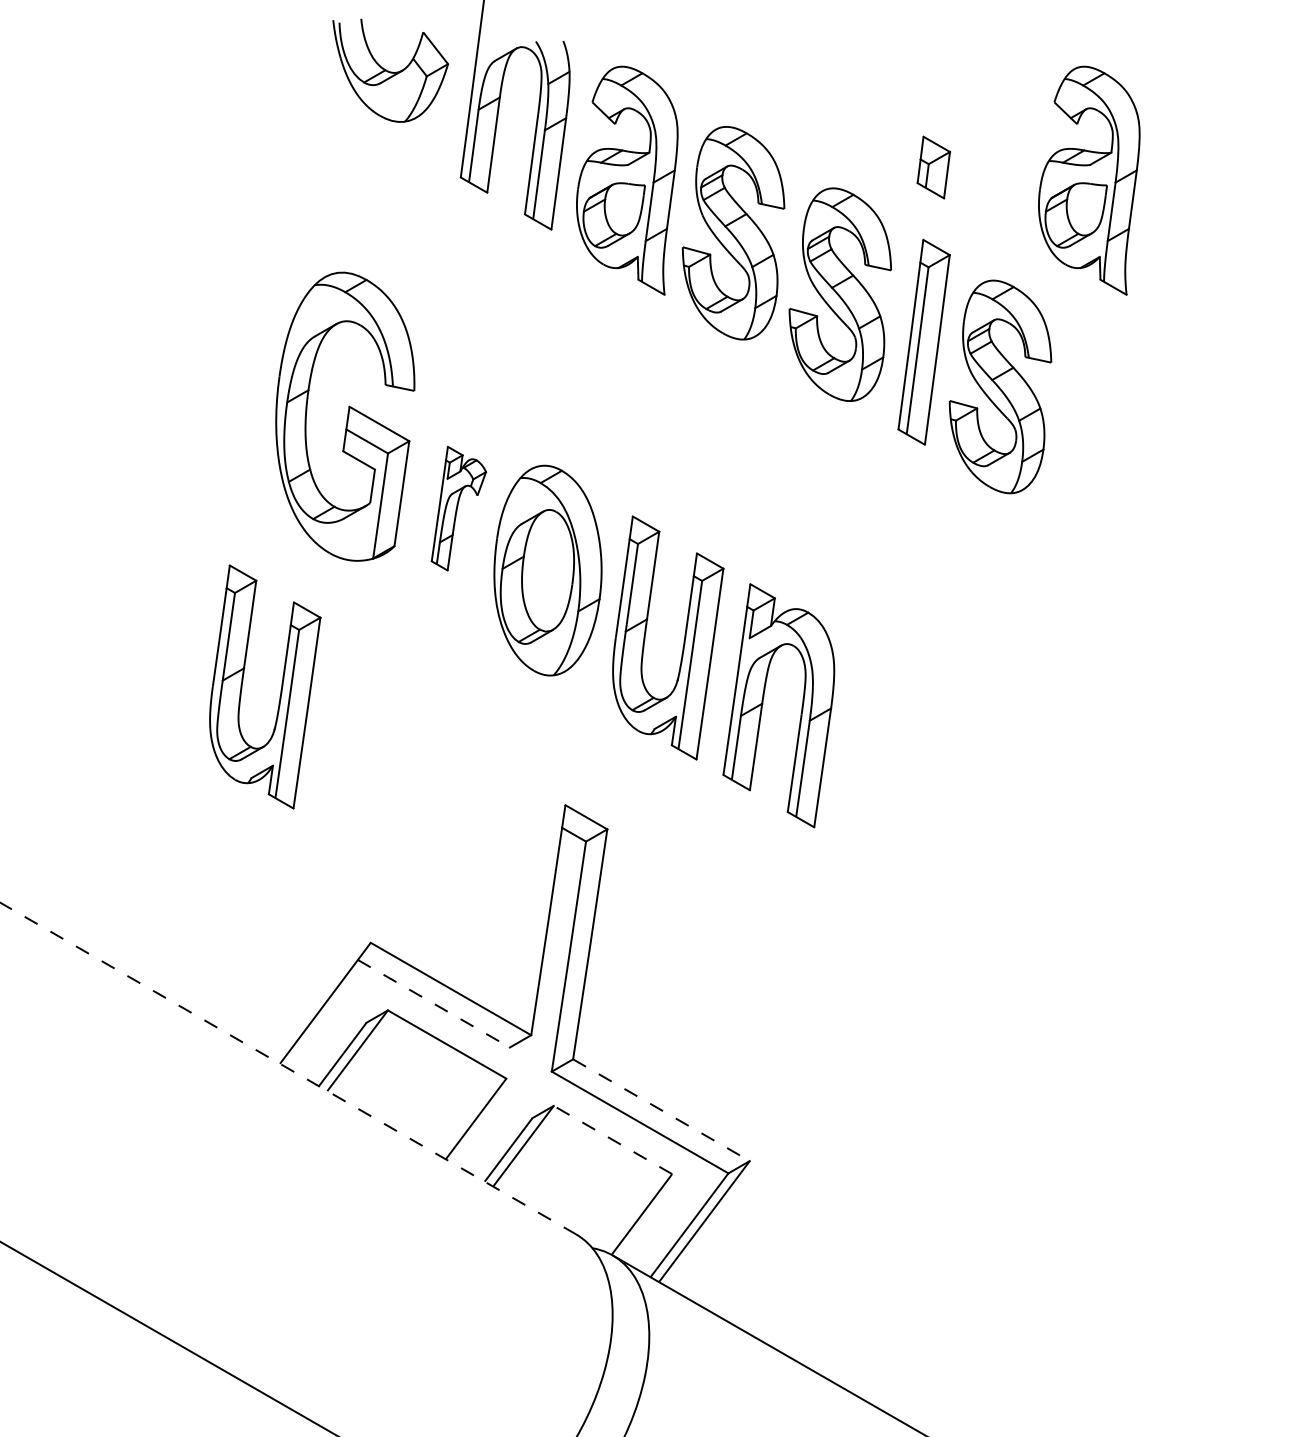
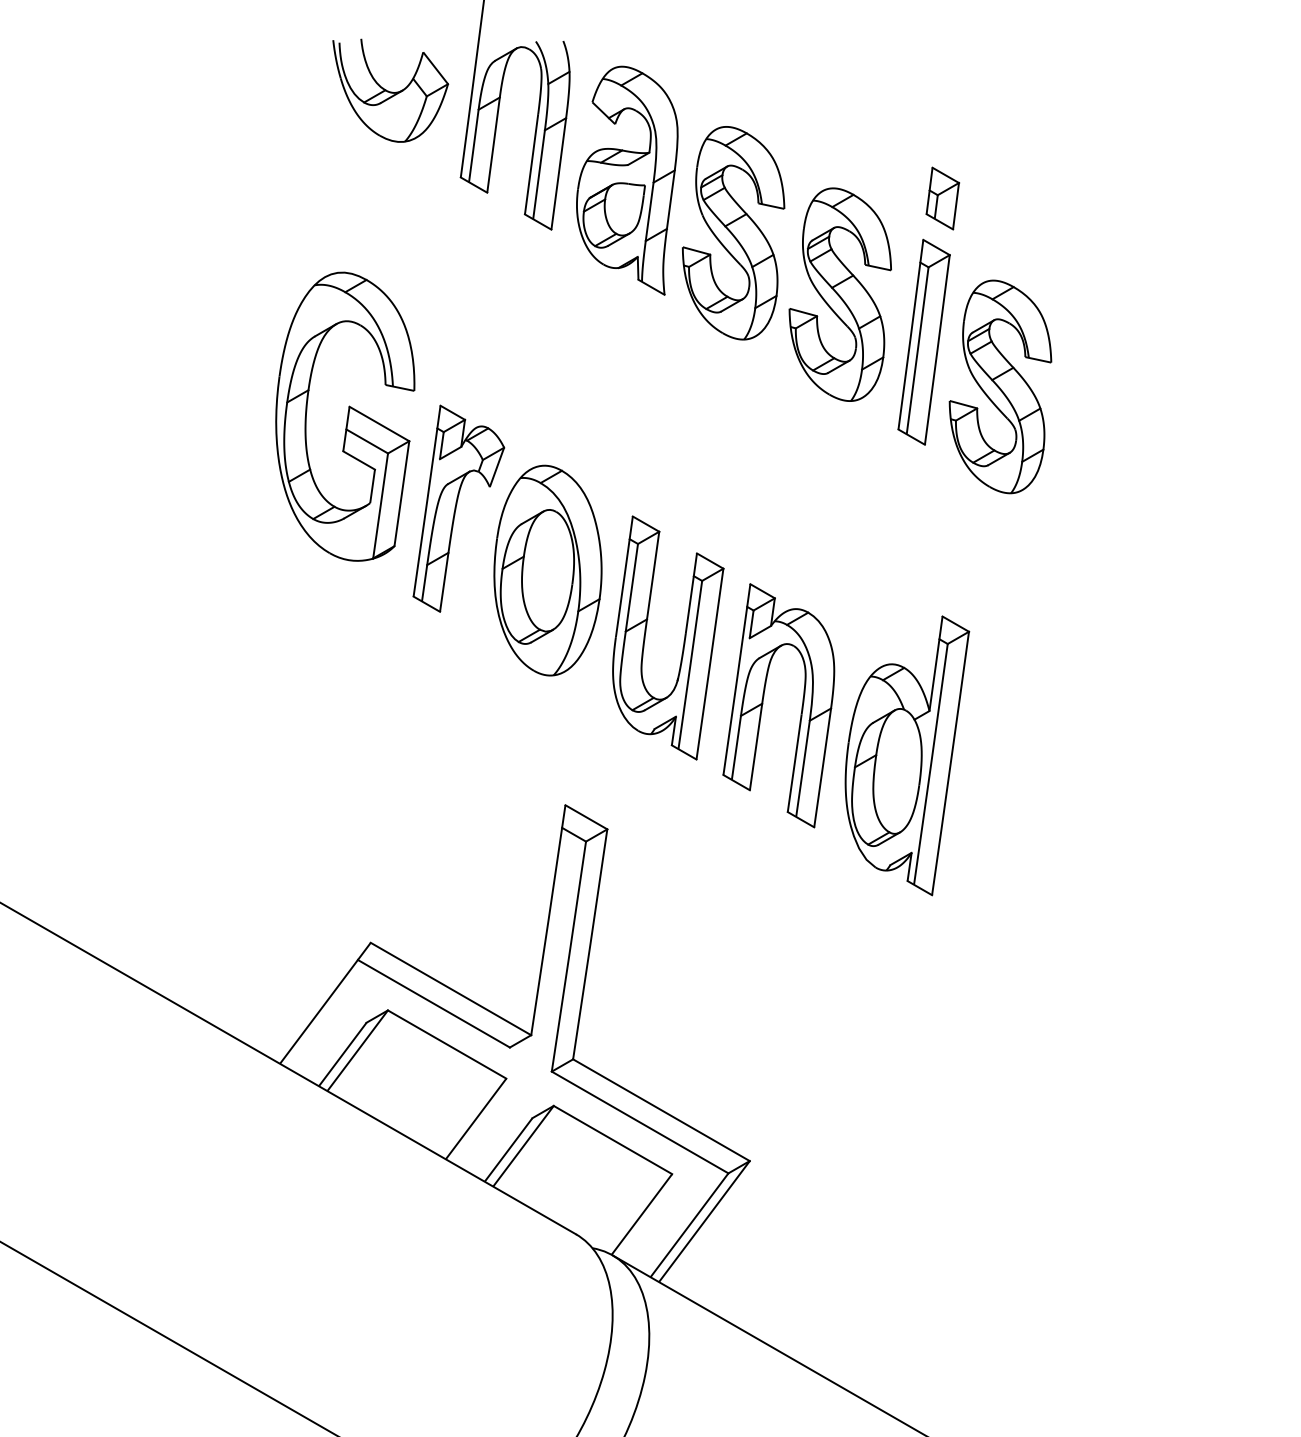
part at (390, 70) position: (390, 70) -> (390, 90)
part at (933, 167) position: (933, 167) -> (942, 198)
part at (1089, 180): present -> none
part at (458, 508) size: 58x127 px -> 94x209 px
part at (280, 689): present -> none
part at (907, 755): none -> present
line at (433, 1003): dashed -> solid
line at (288, 1068): dashed -> solid
line at (661, 1110): dashed -> solid
line at (612, 1139): dashed -> solid
